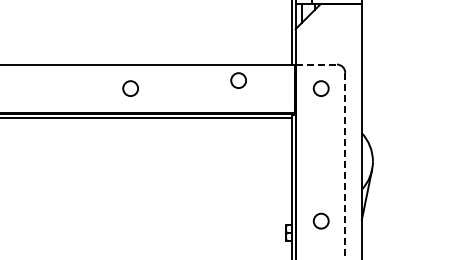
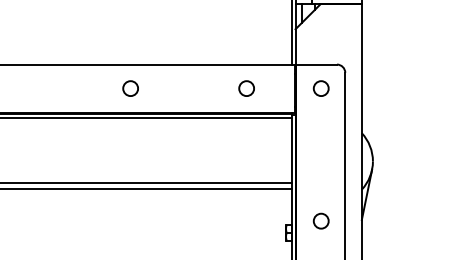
line at (317, 64): dashed -> solid
circle at (238, 80) position: (238, 80) -> (246, 88)
line at (345, 166): dashed -> solid
line at (147, 182): none -> present
line at (147, 188): none -> present
